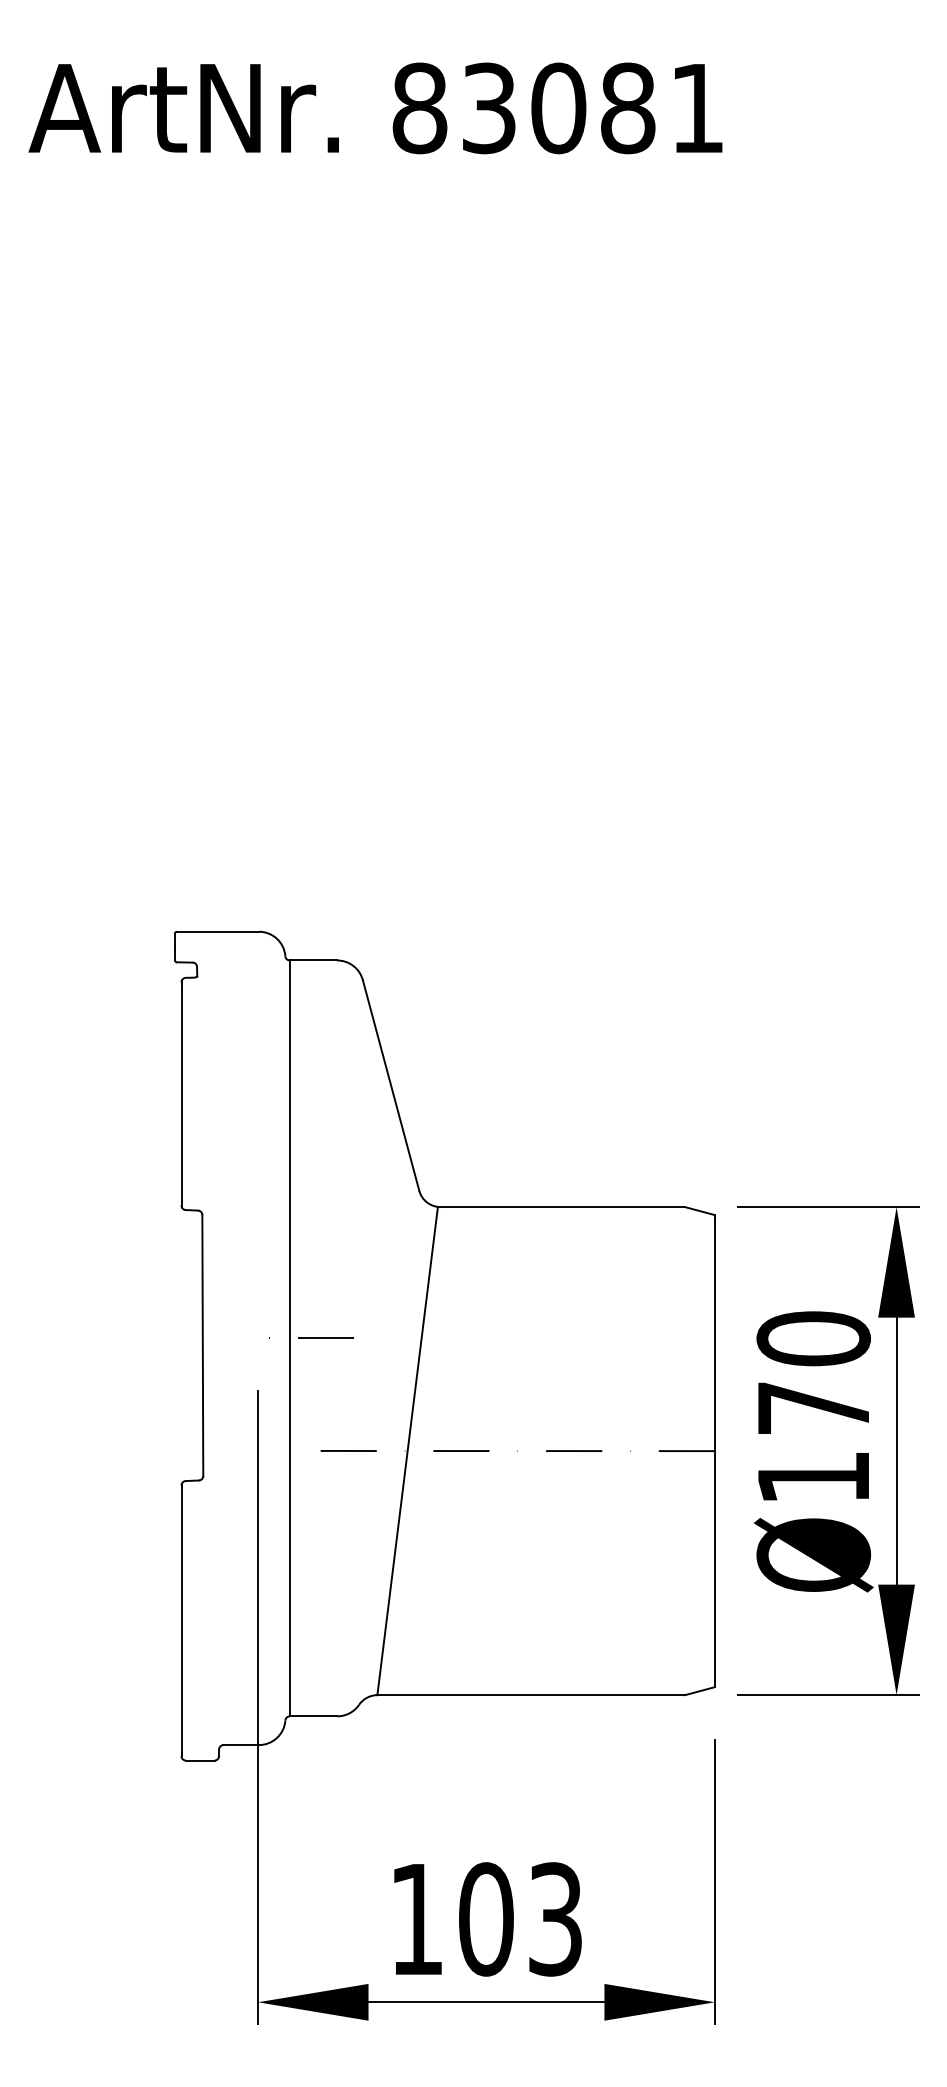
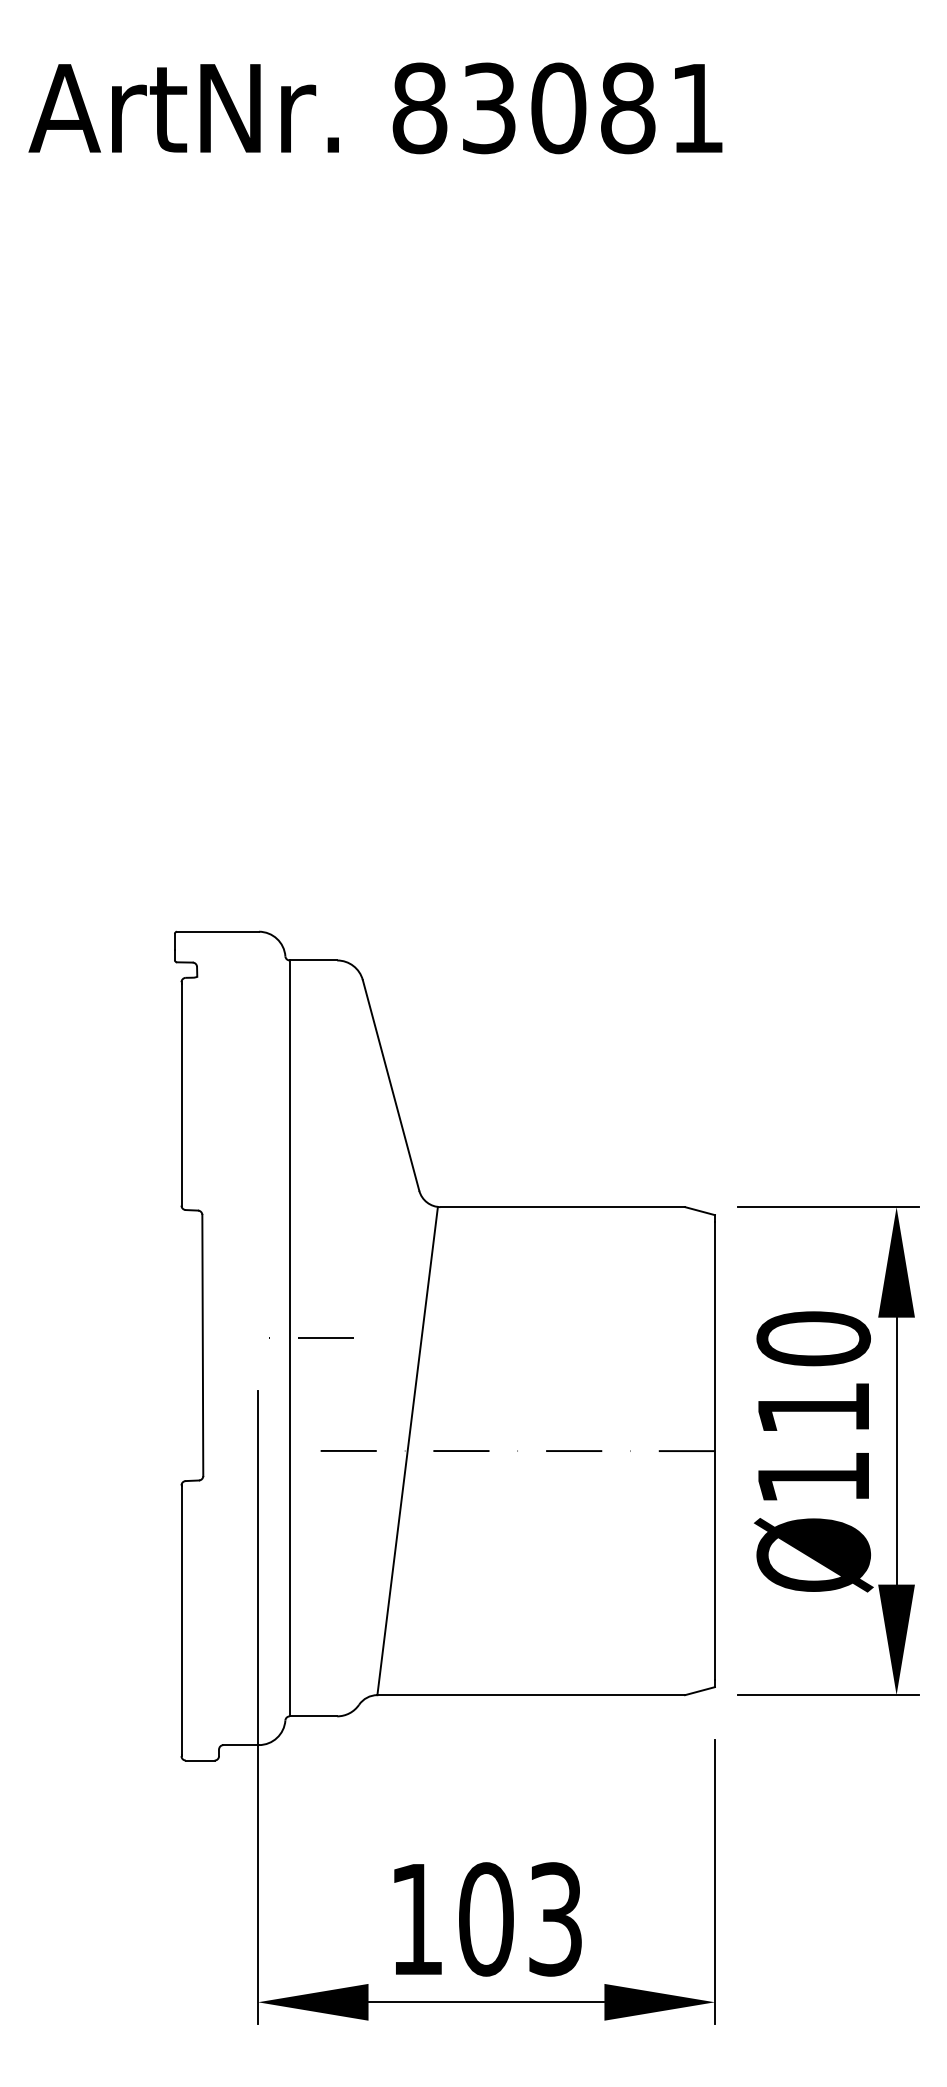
text at (813, 1407): Ø170 -> Ø110
